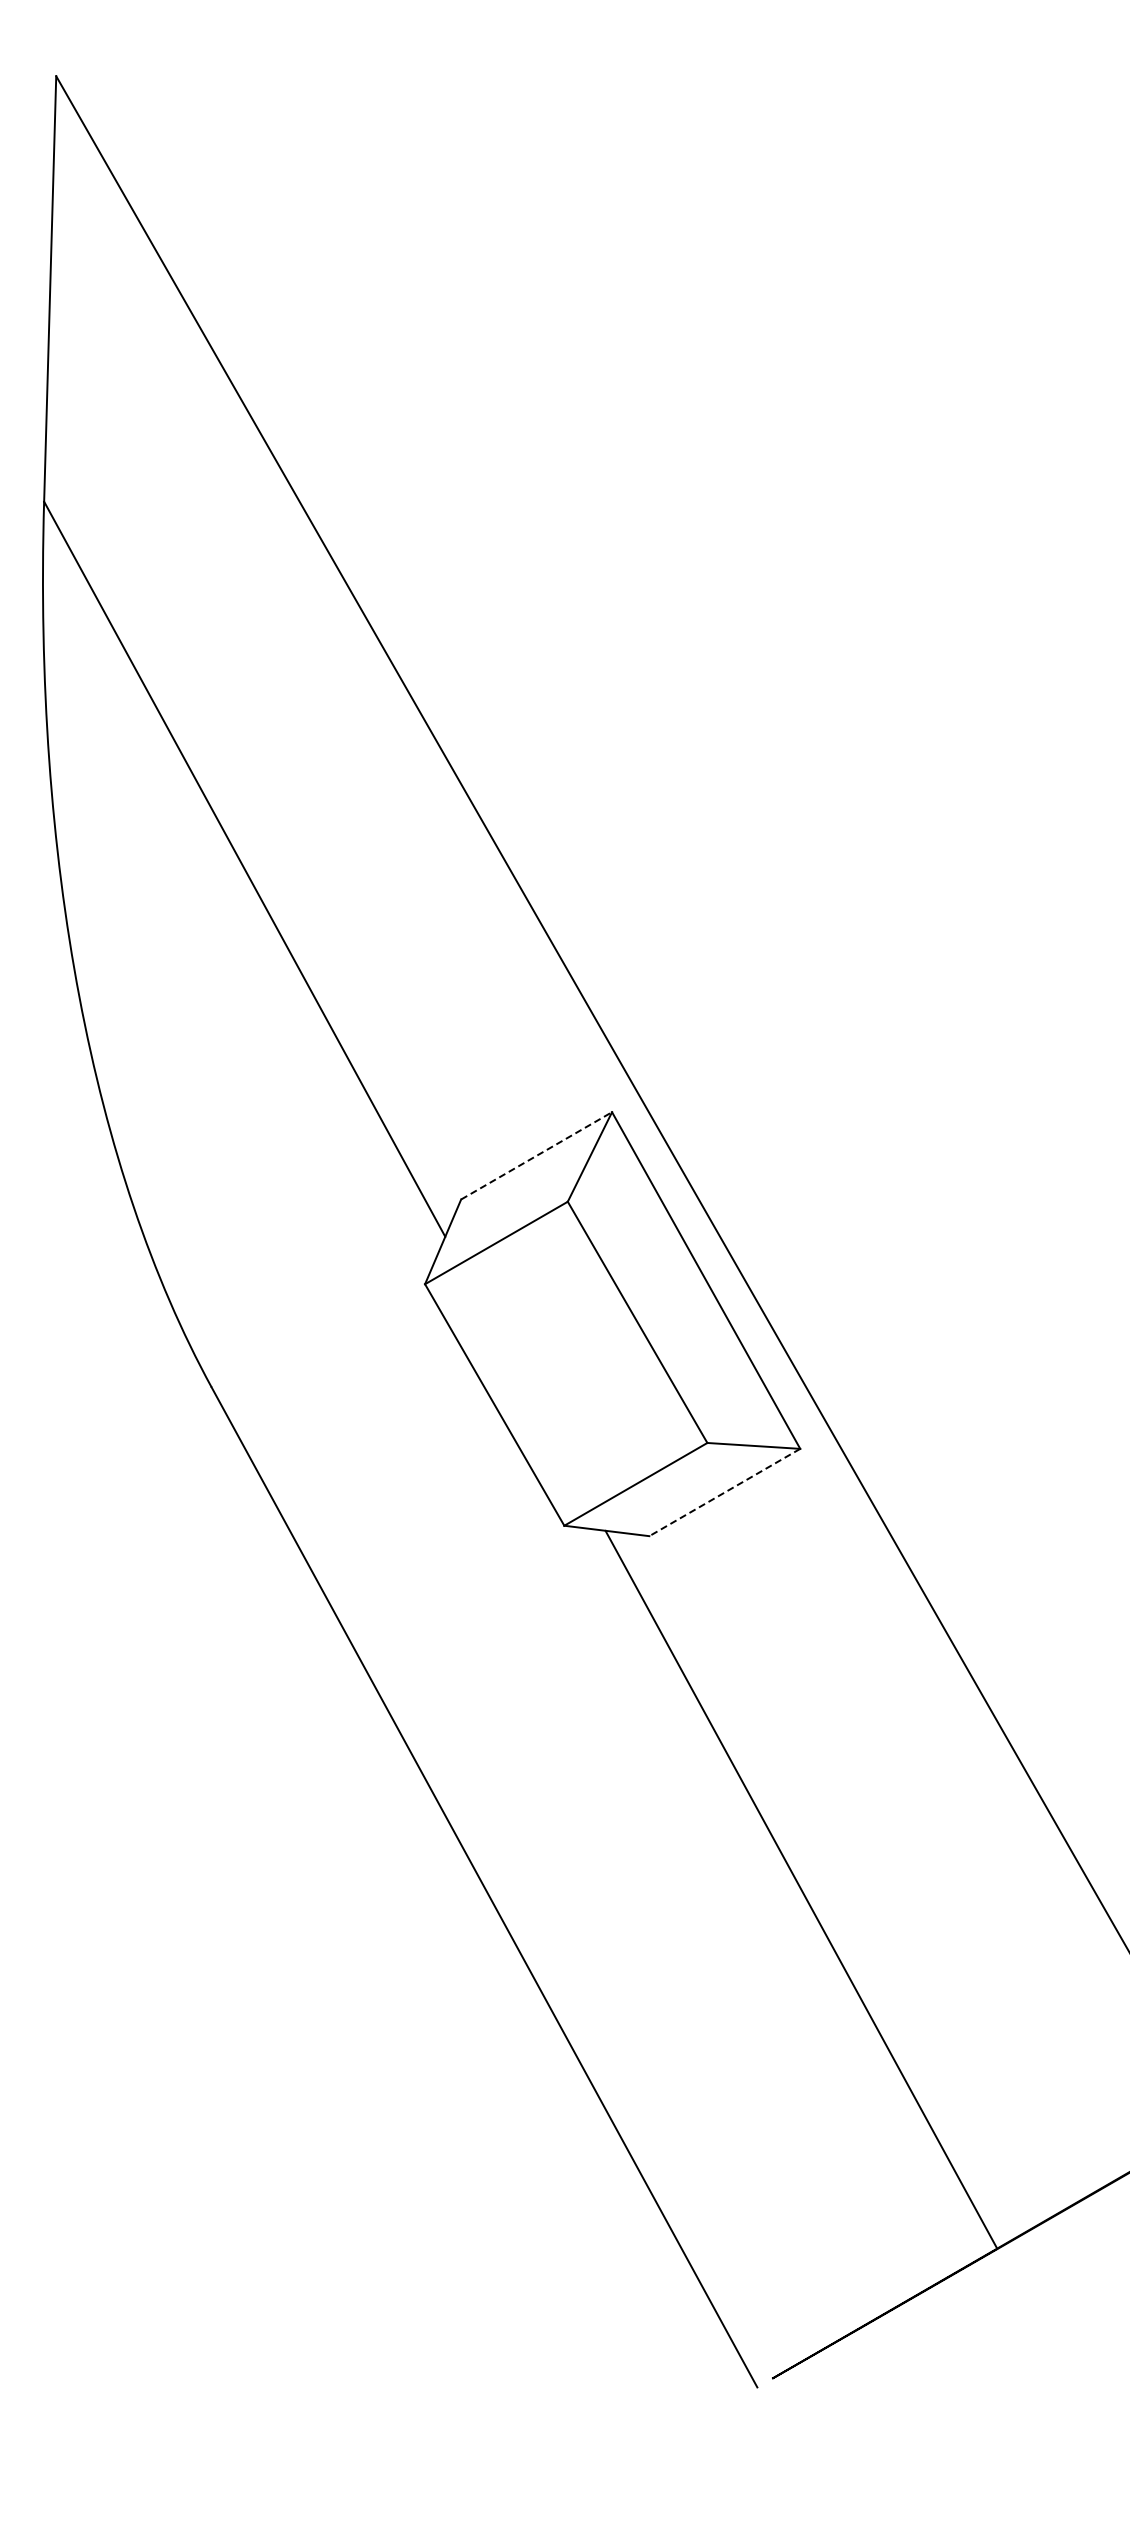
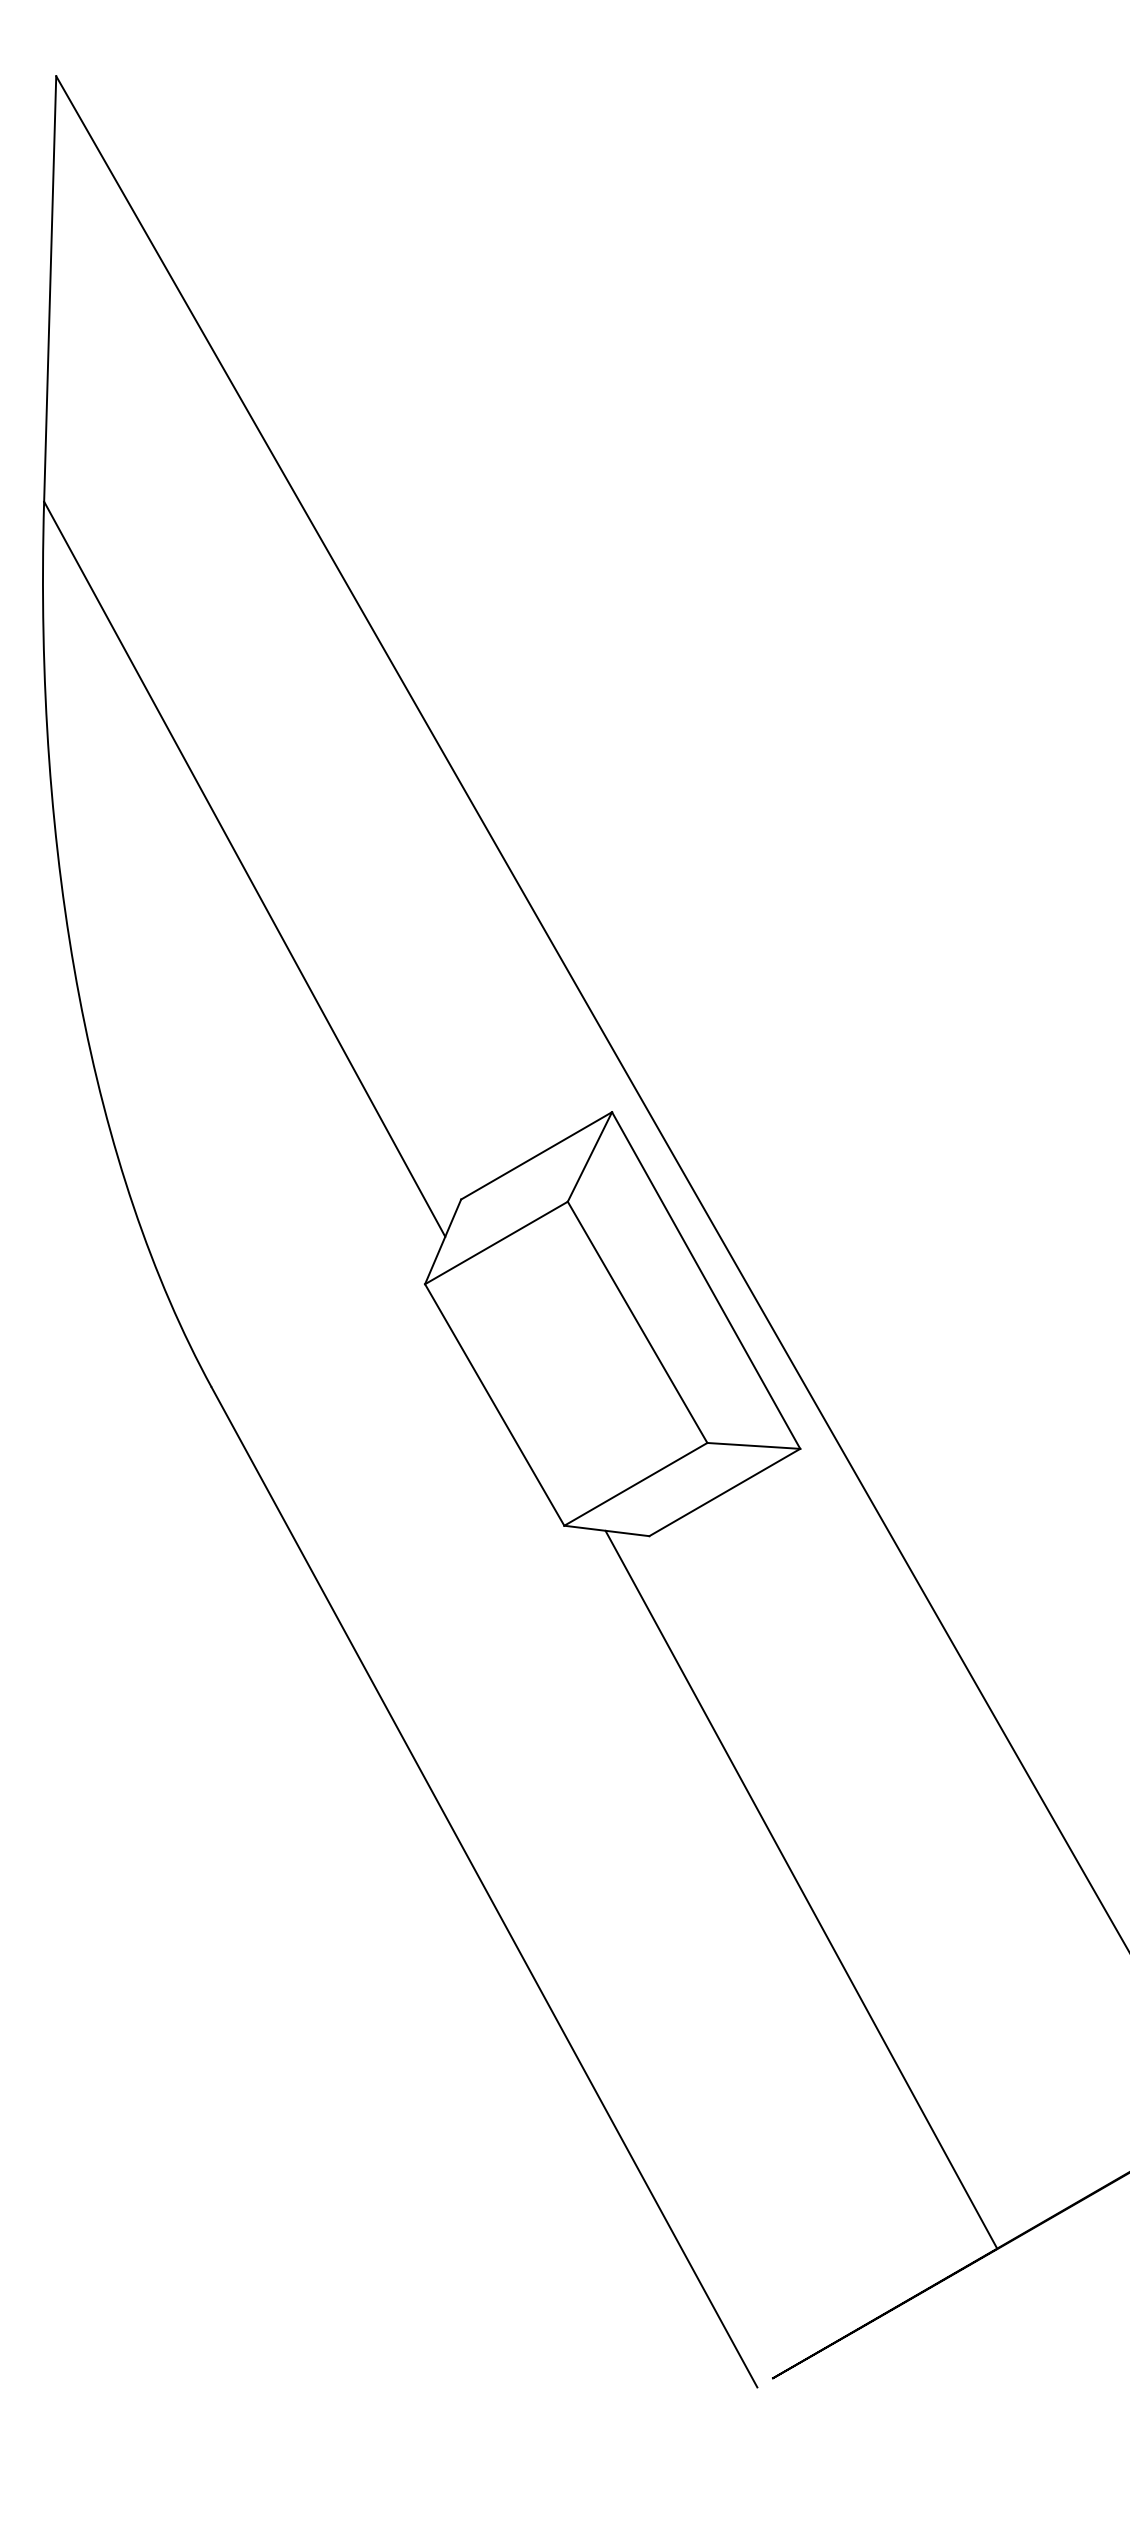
line at (537, 1155): dashed -> solid
line at (724, 1492): dashed -> solid
